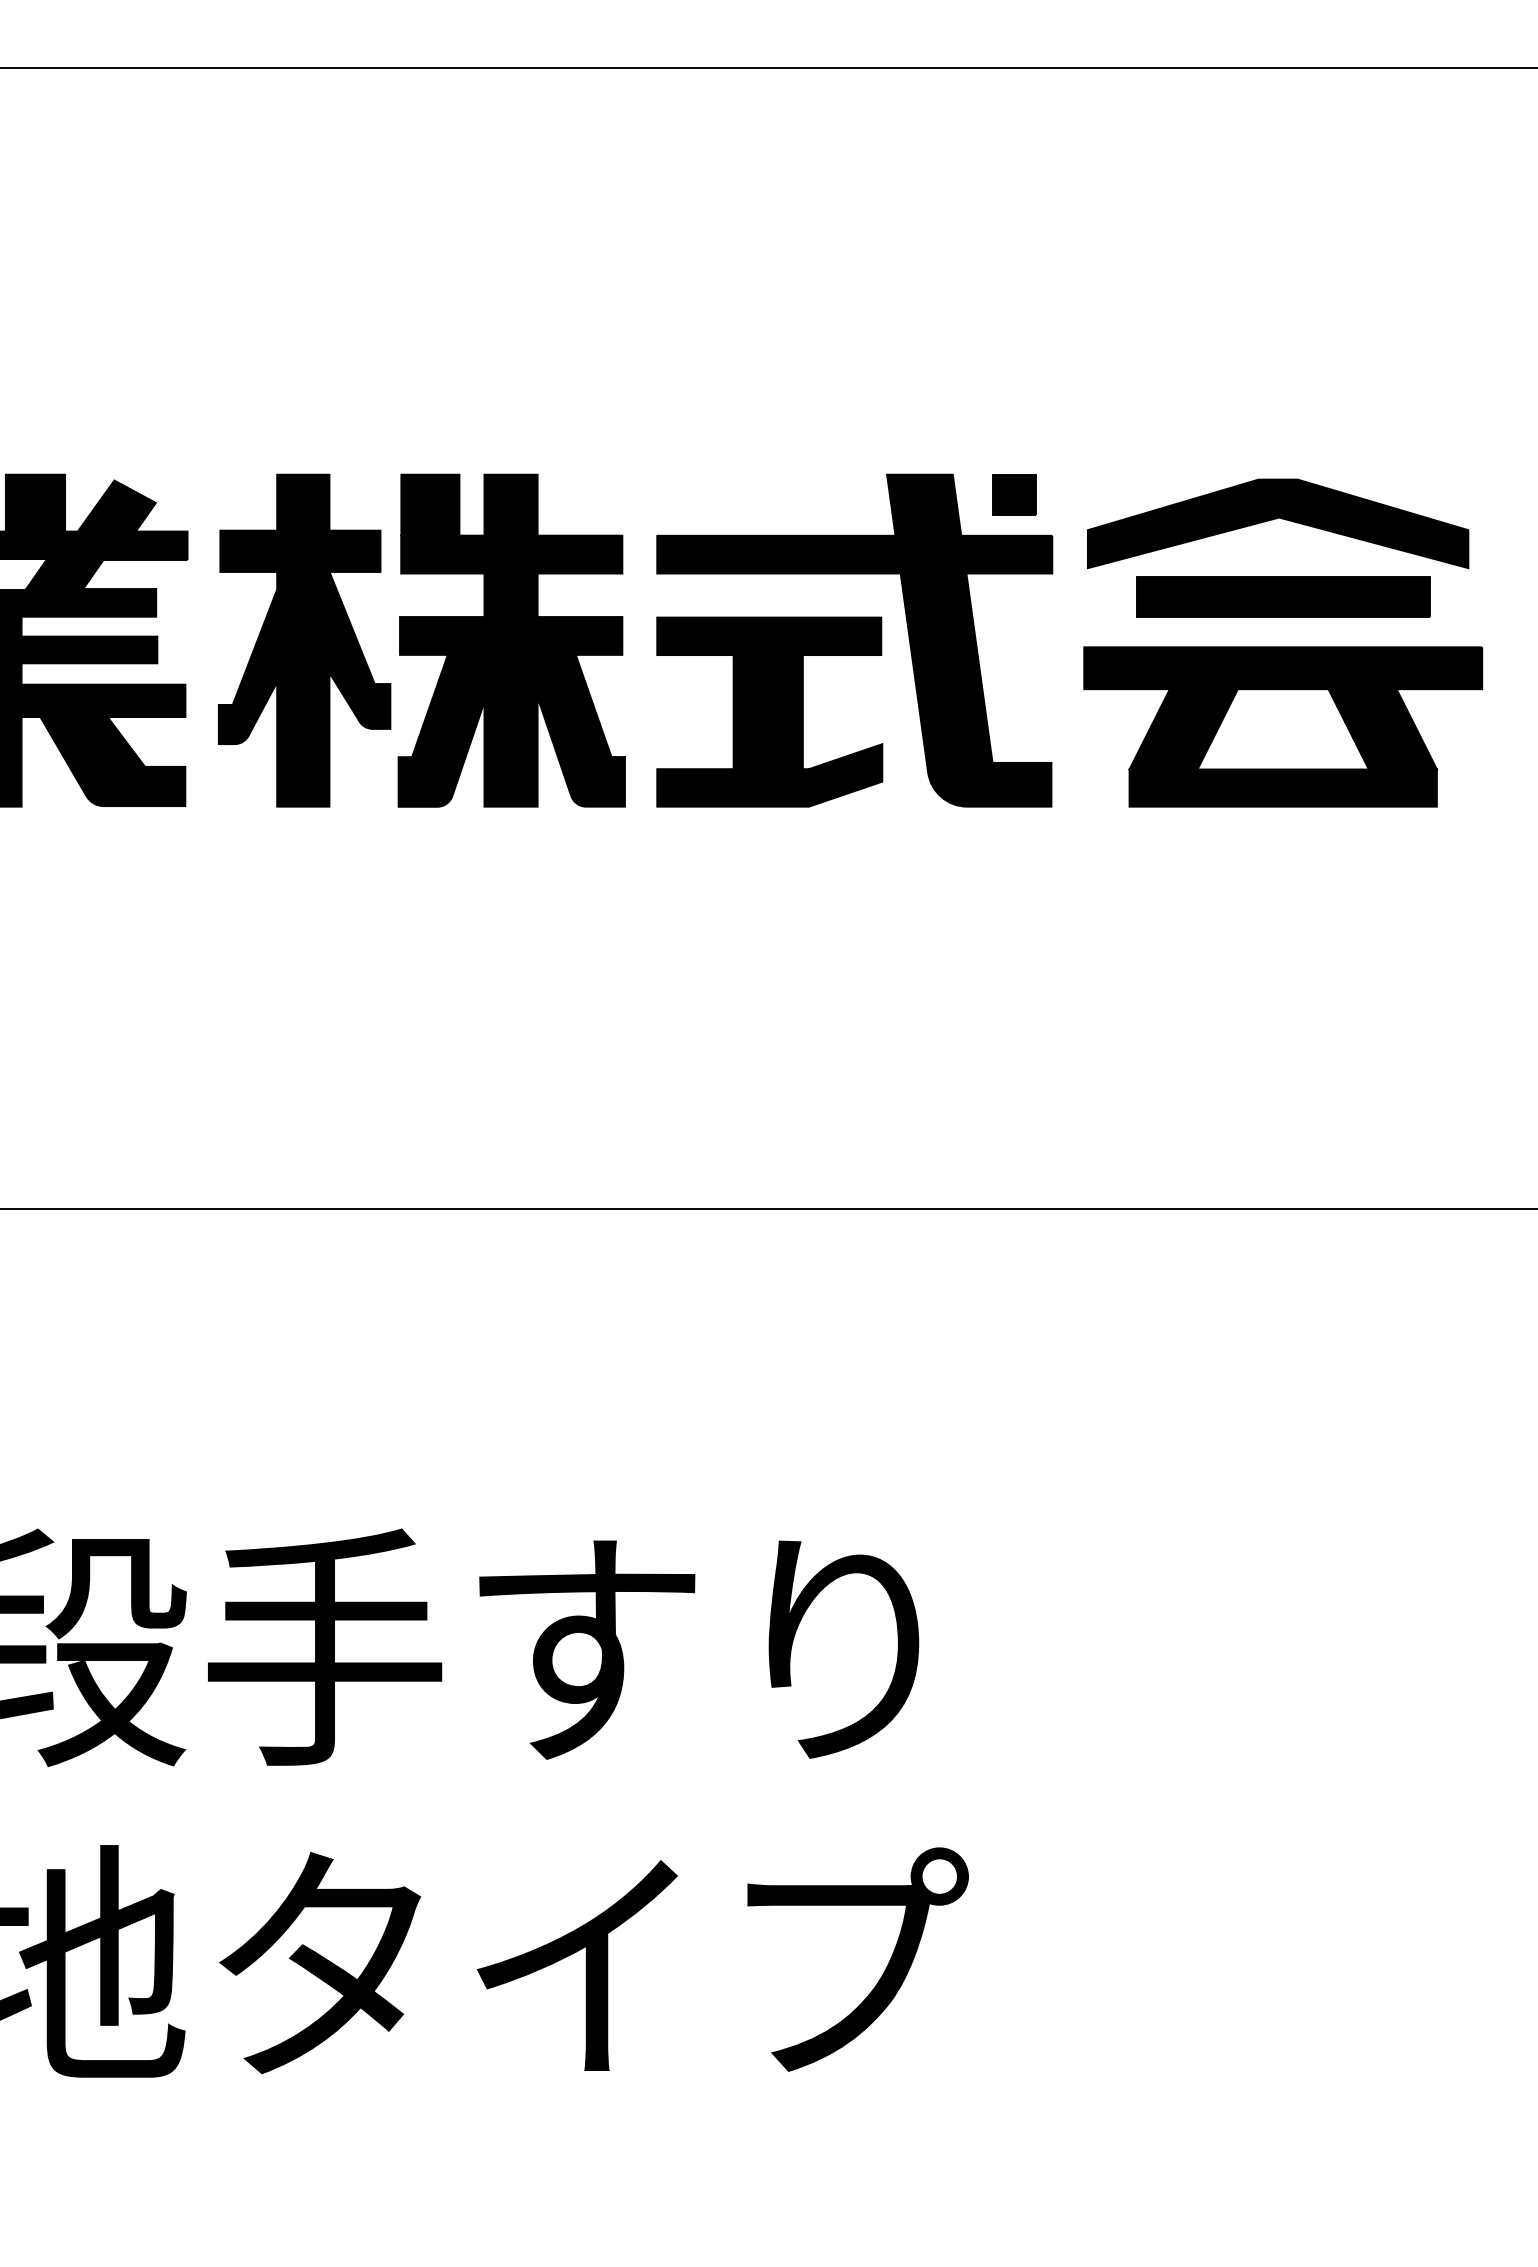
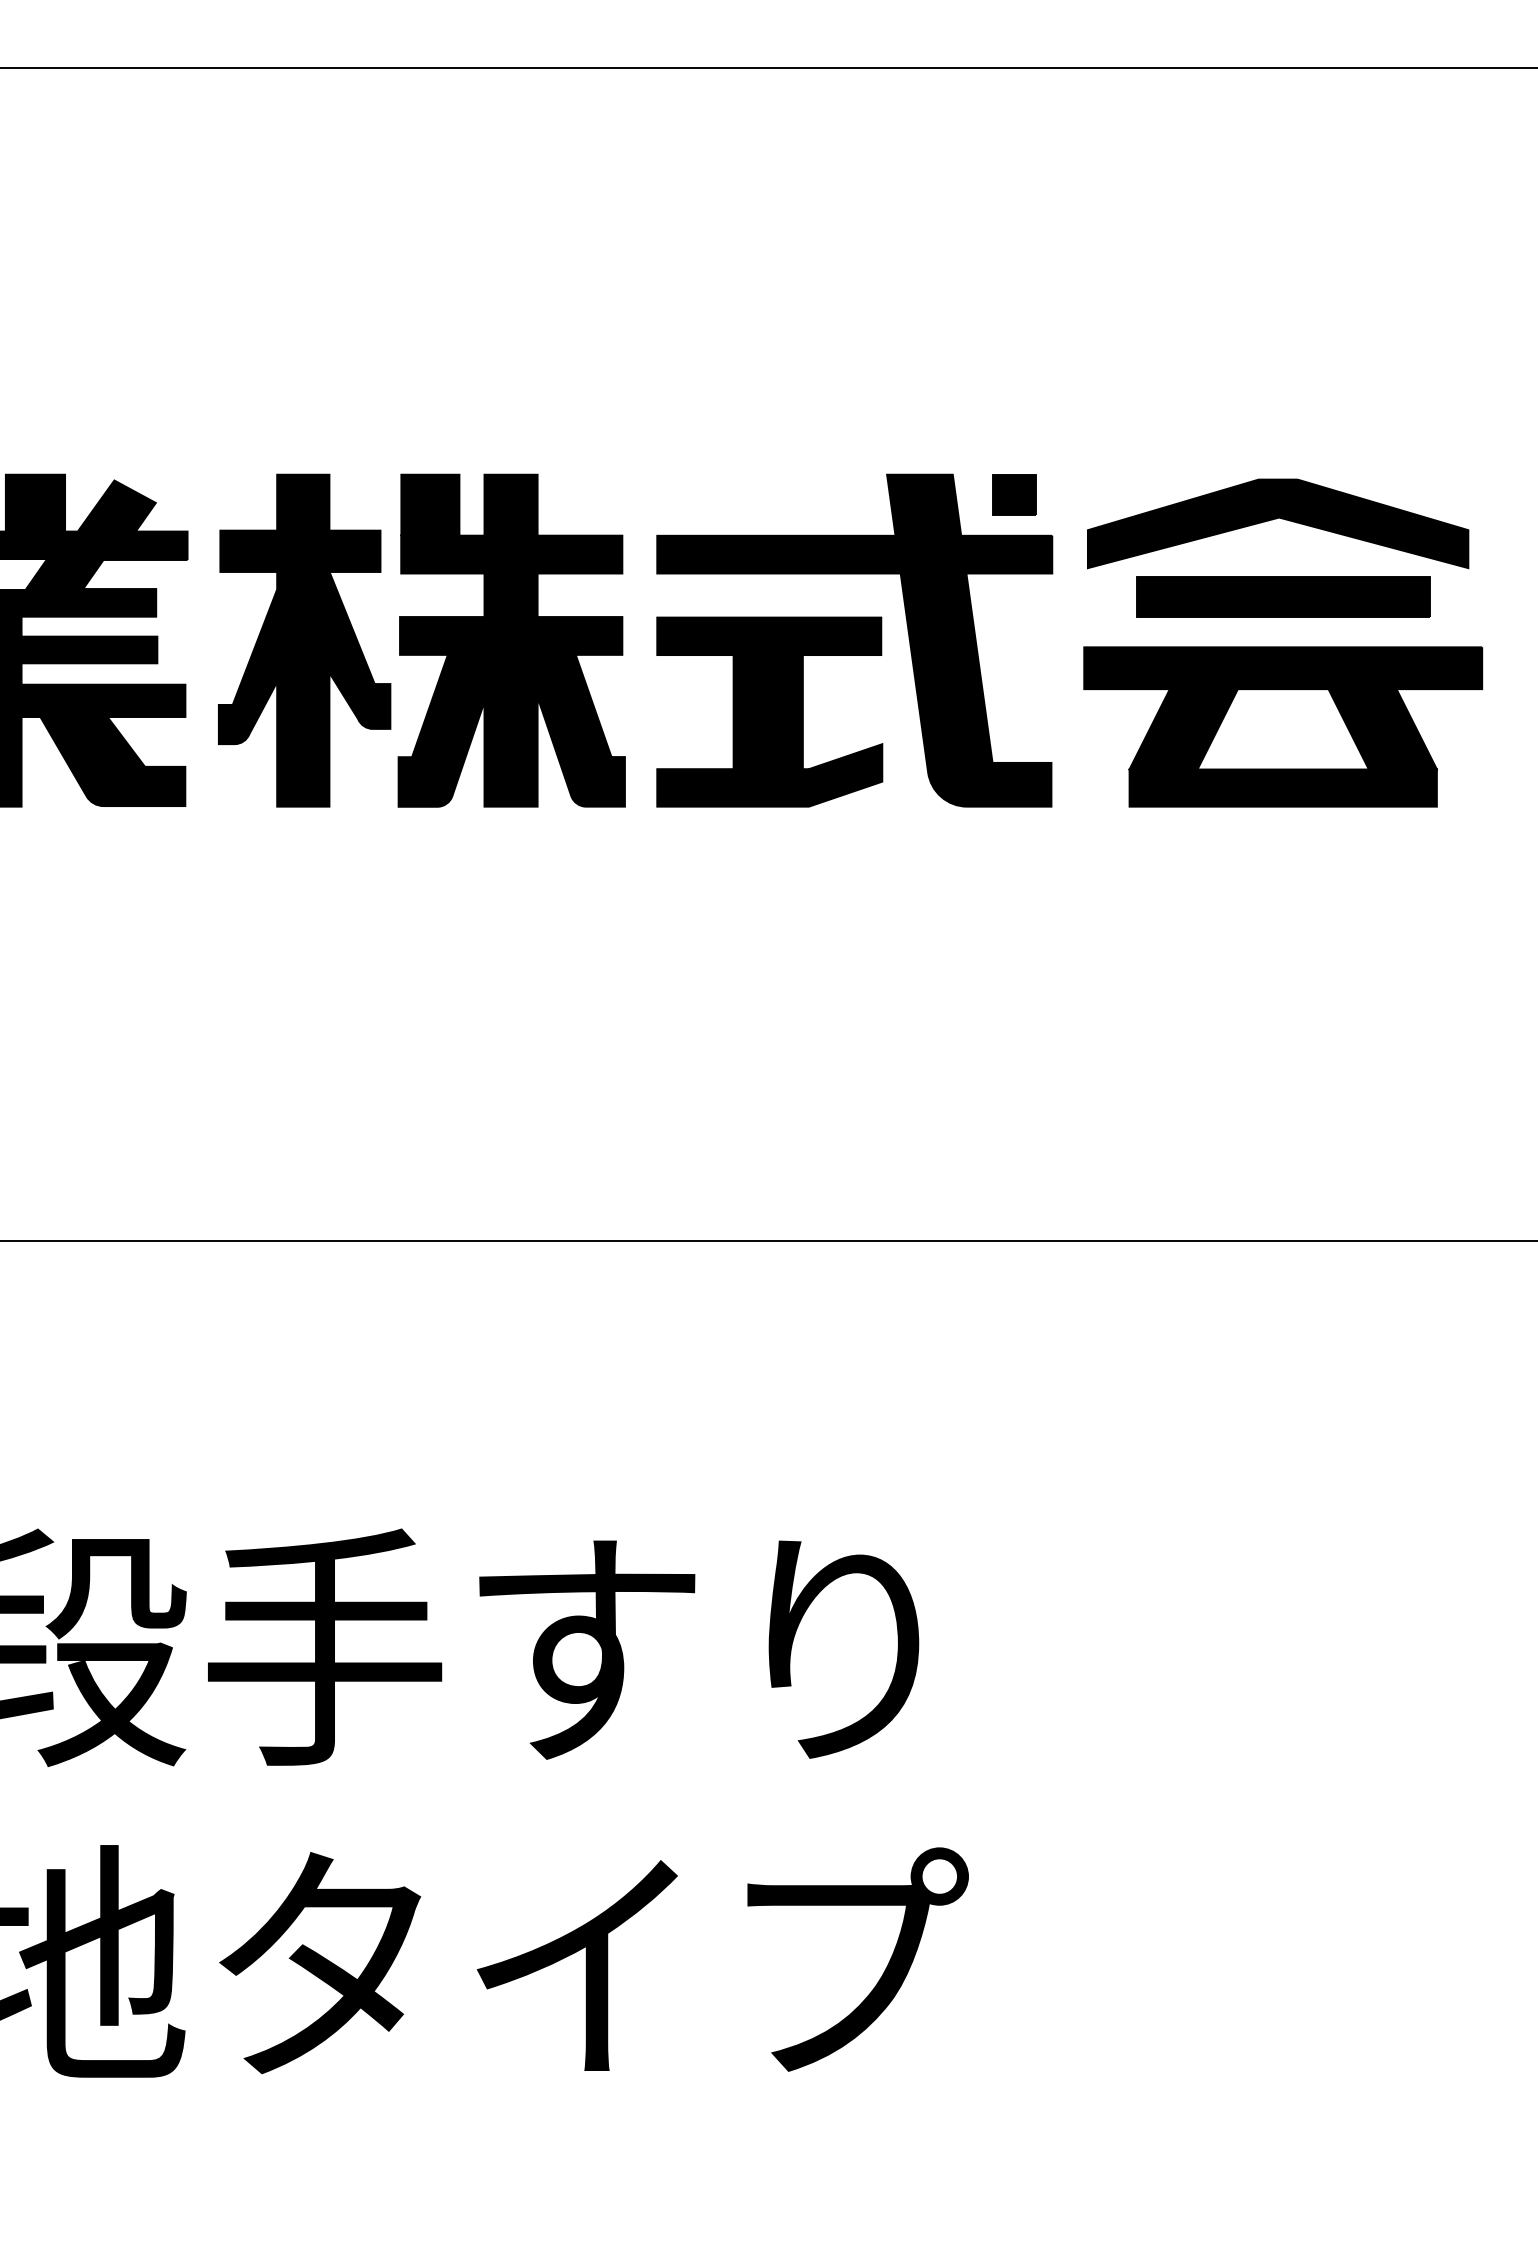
line at (768, 1208) position: (768, 1208) -> (768, 1240)
